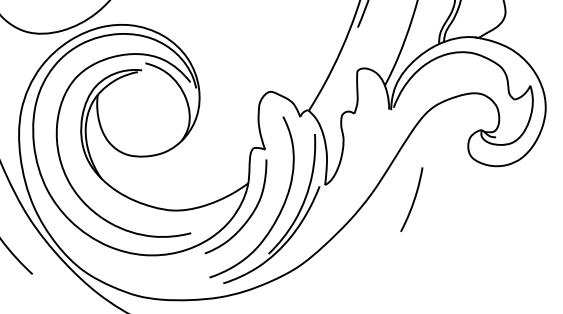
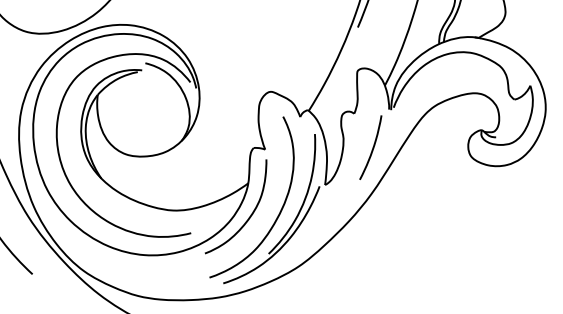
curve at (413, 199) position: (413, 199) -> (372, 147)
